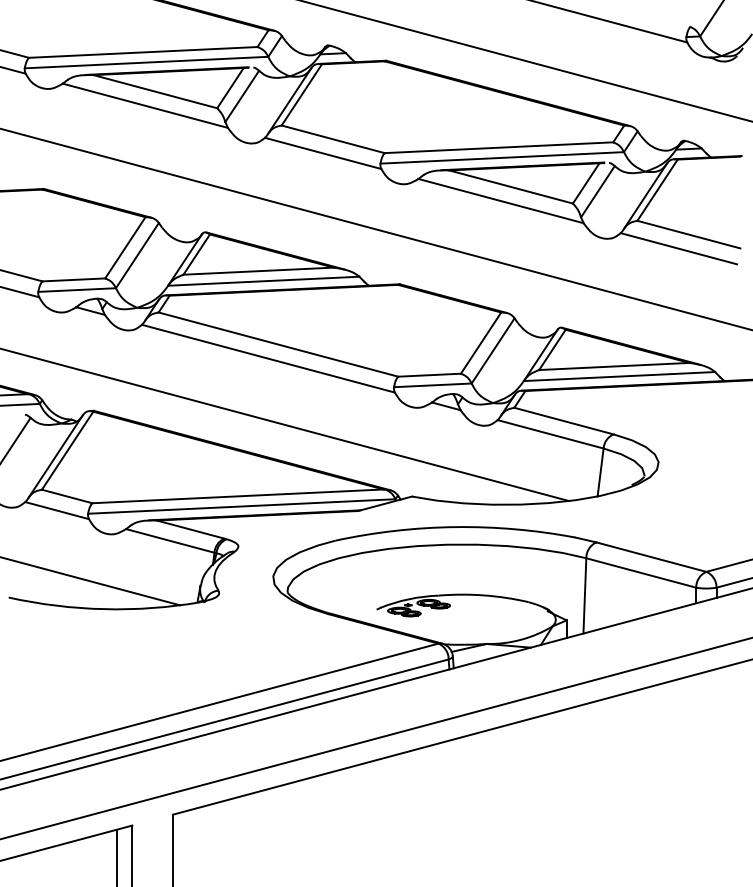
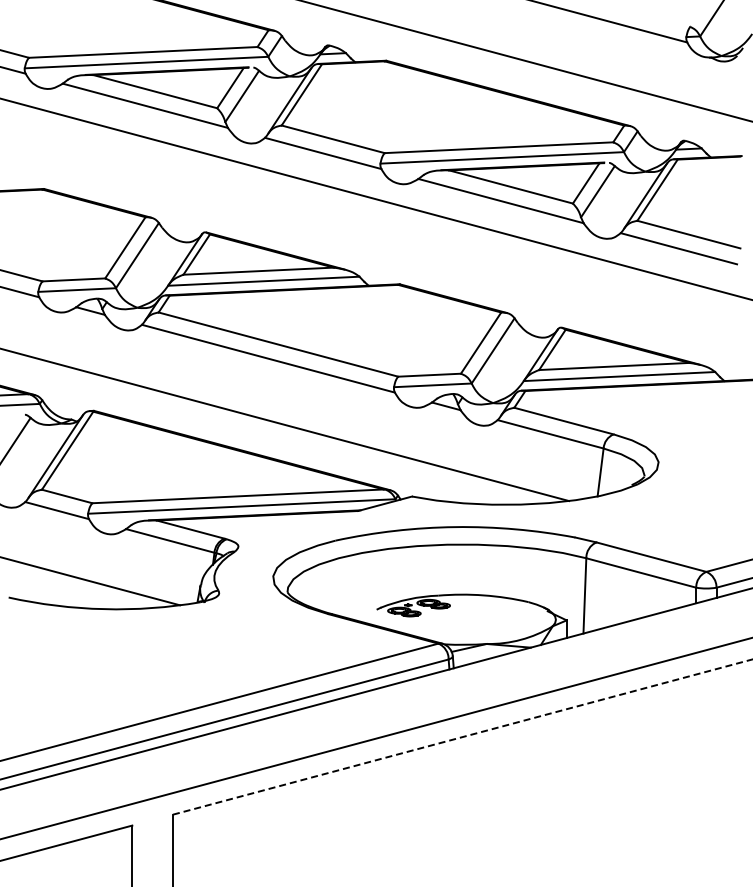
line at (375, 229) position: (375, 229) -> (375, 199)
line at (463, 736): solid -> dashed
line at (117, 856): present -> none
